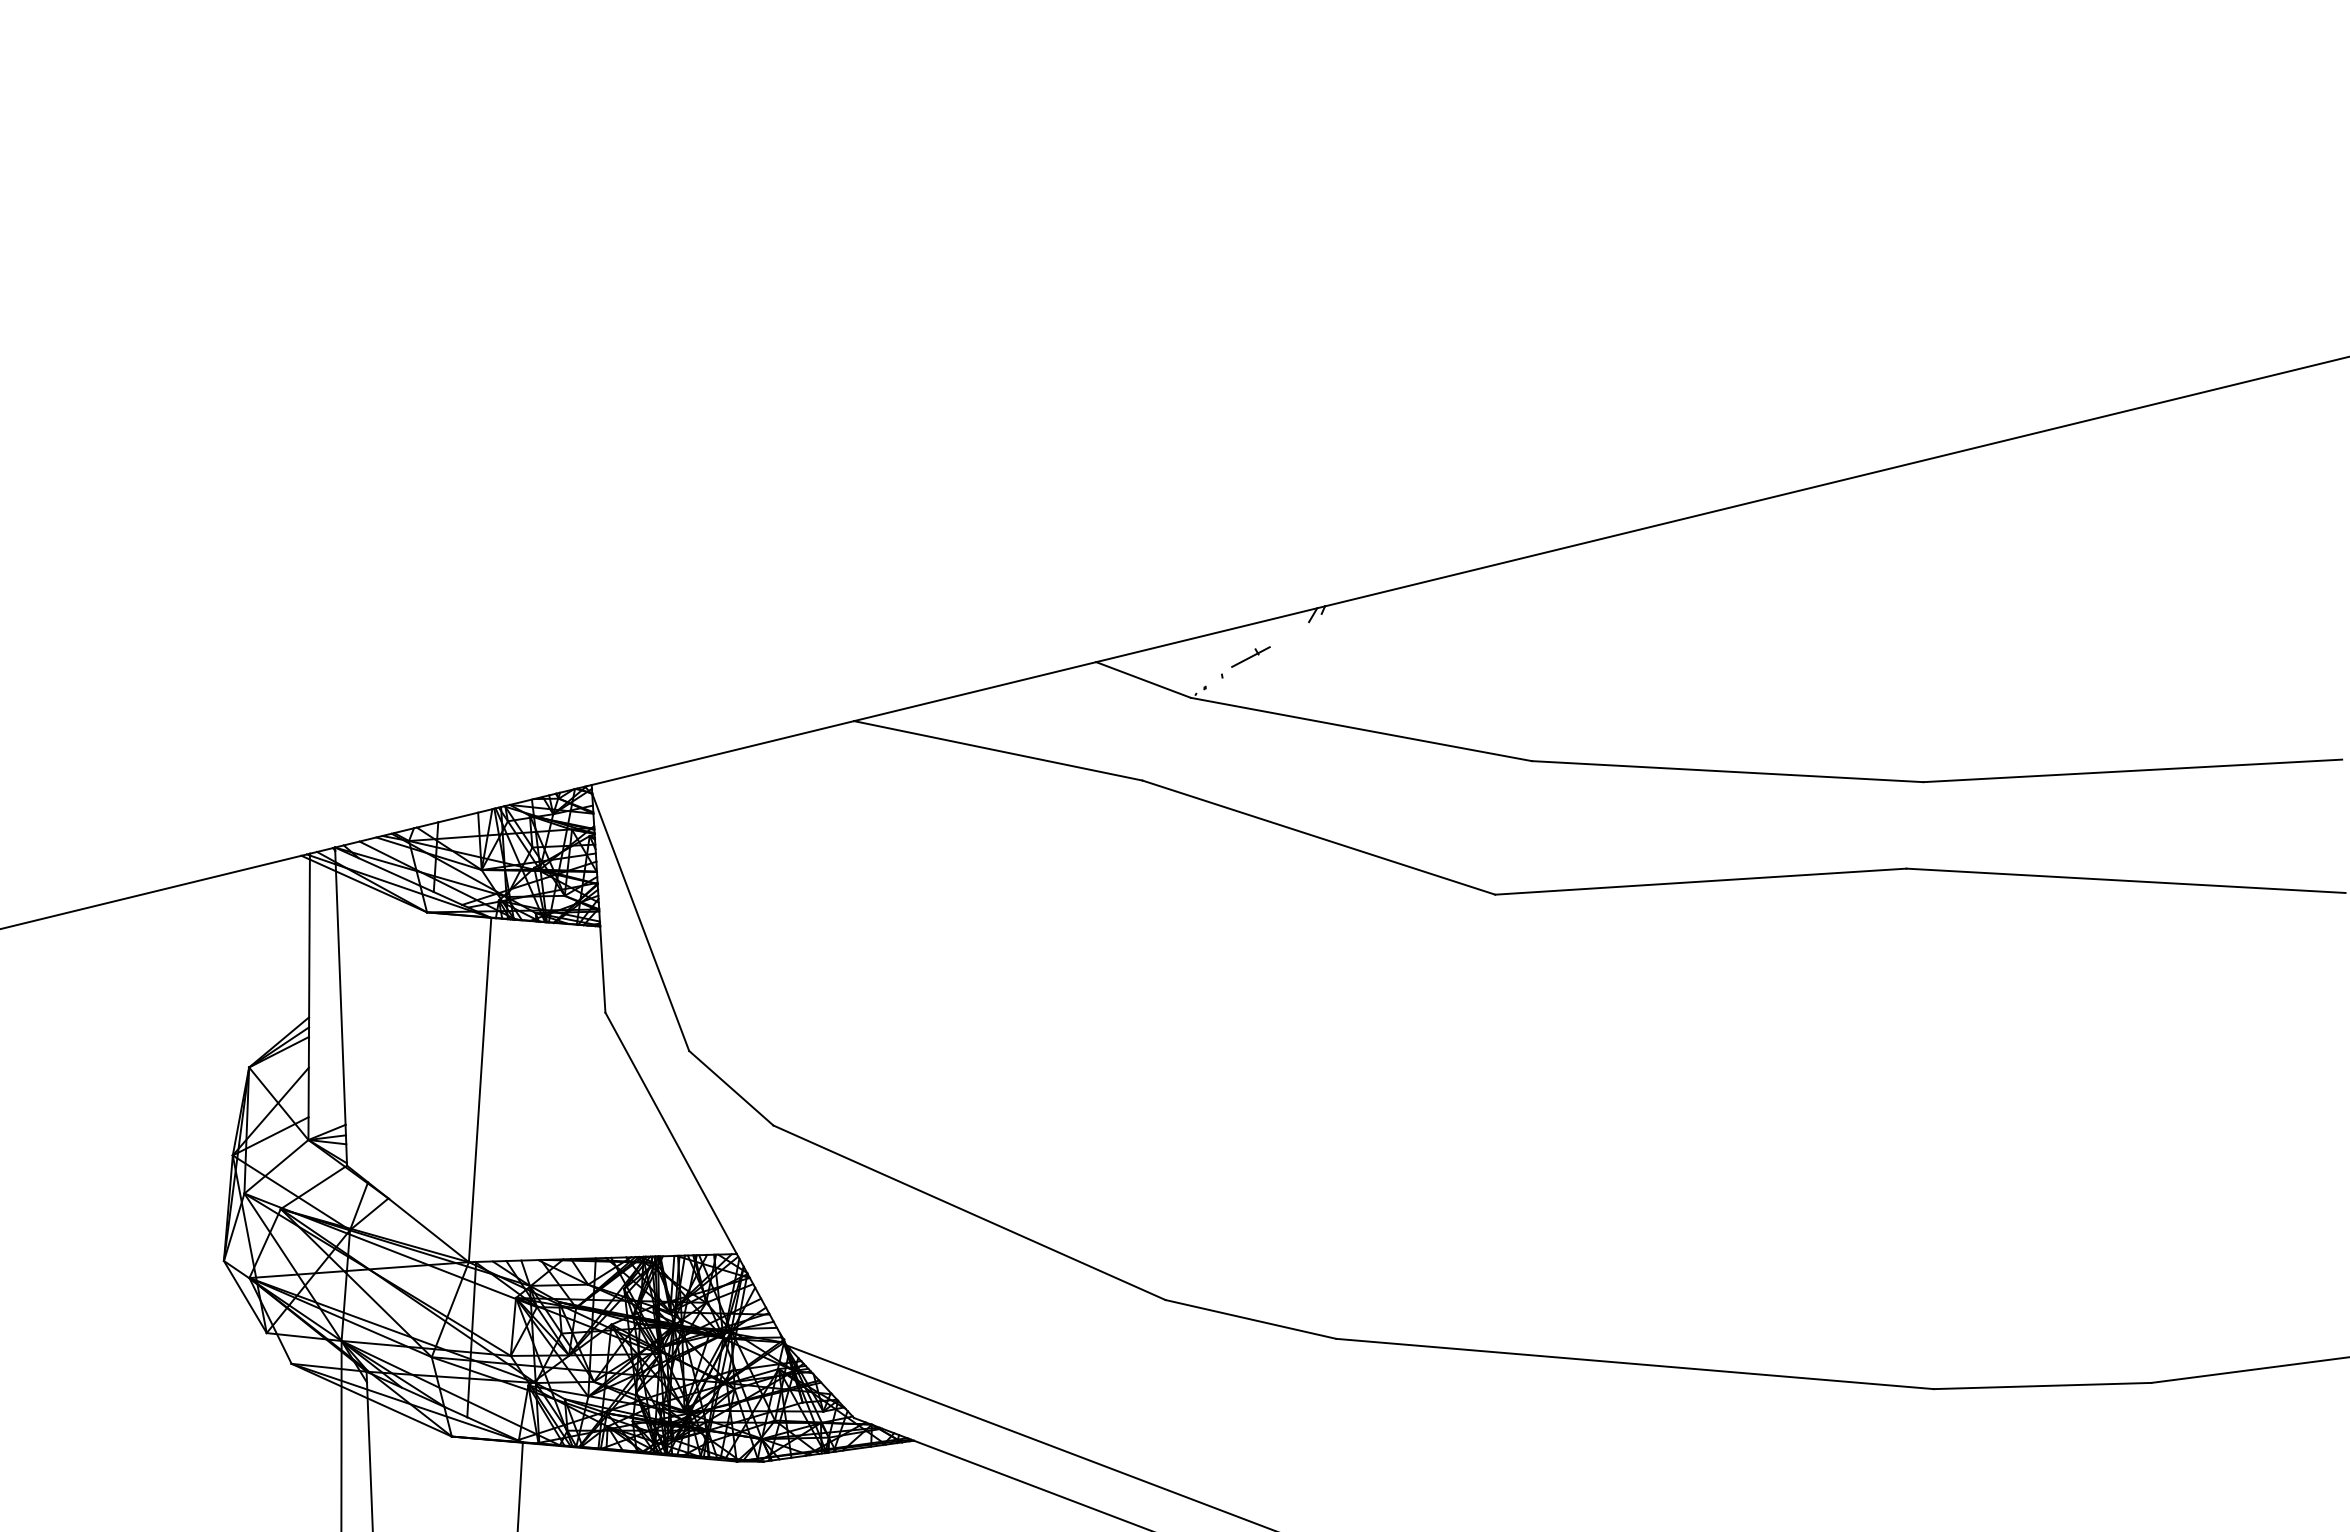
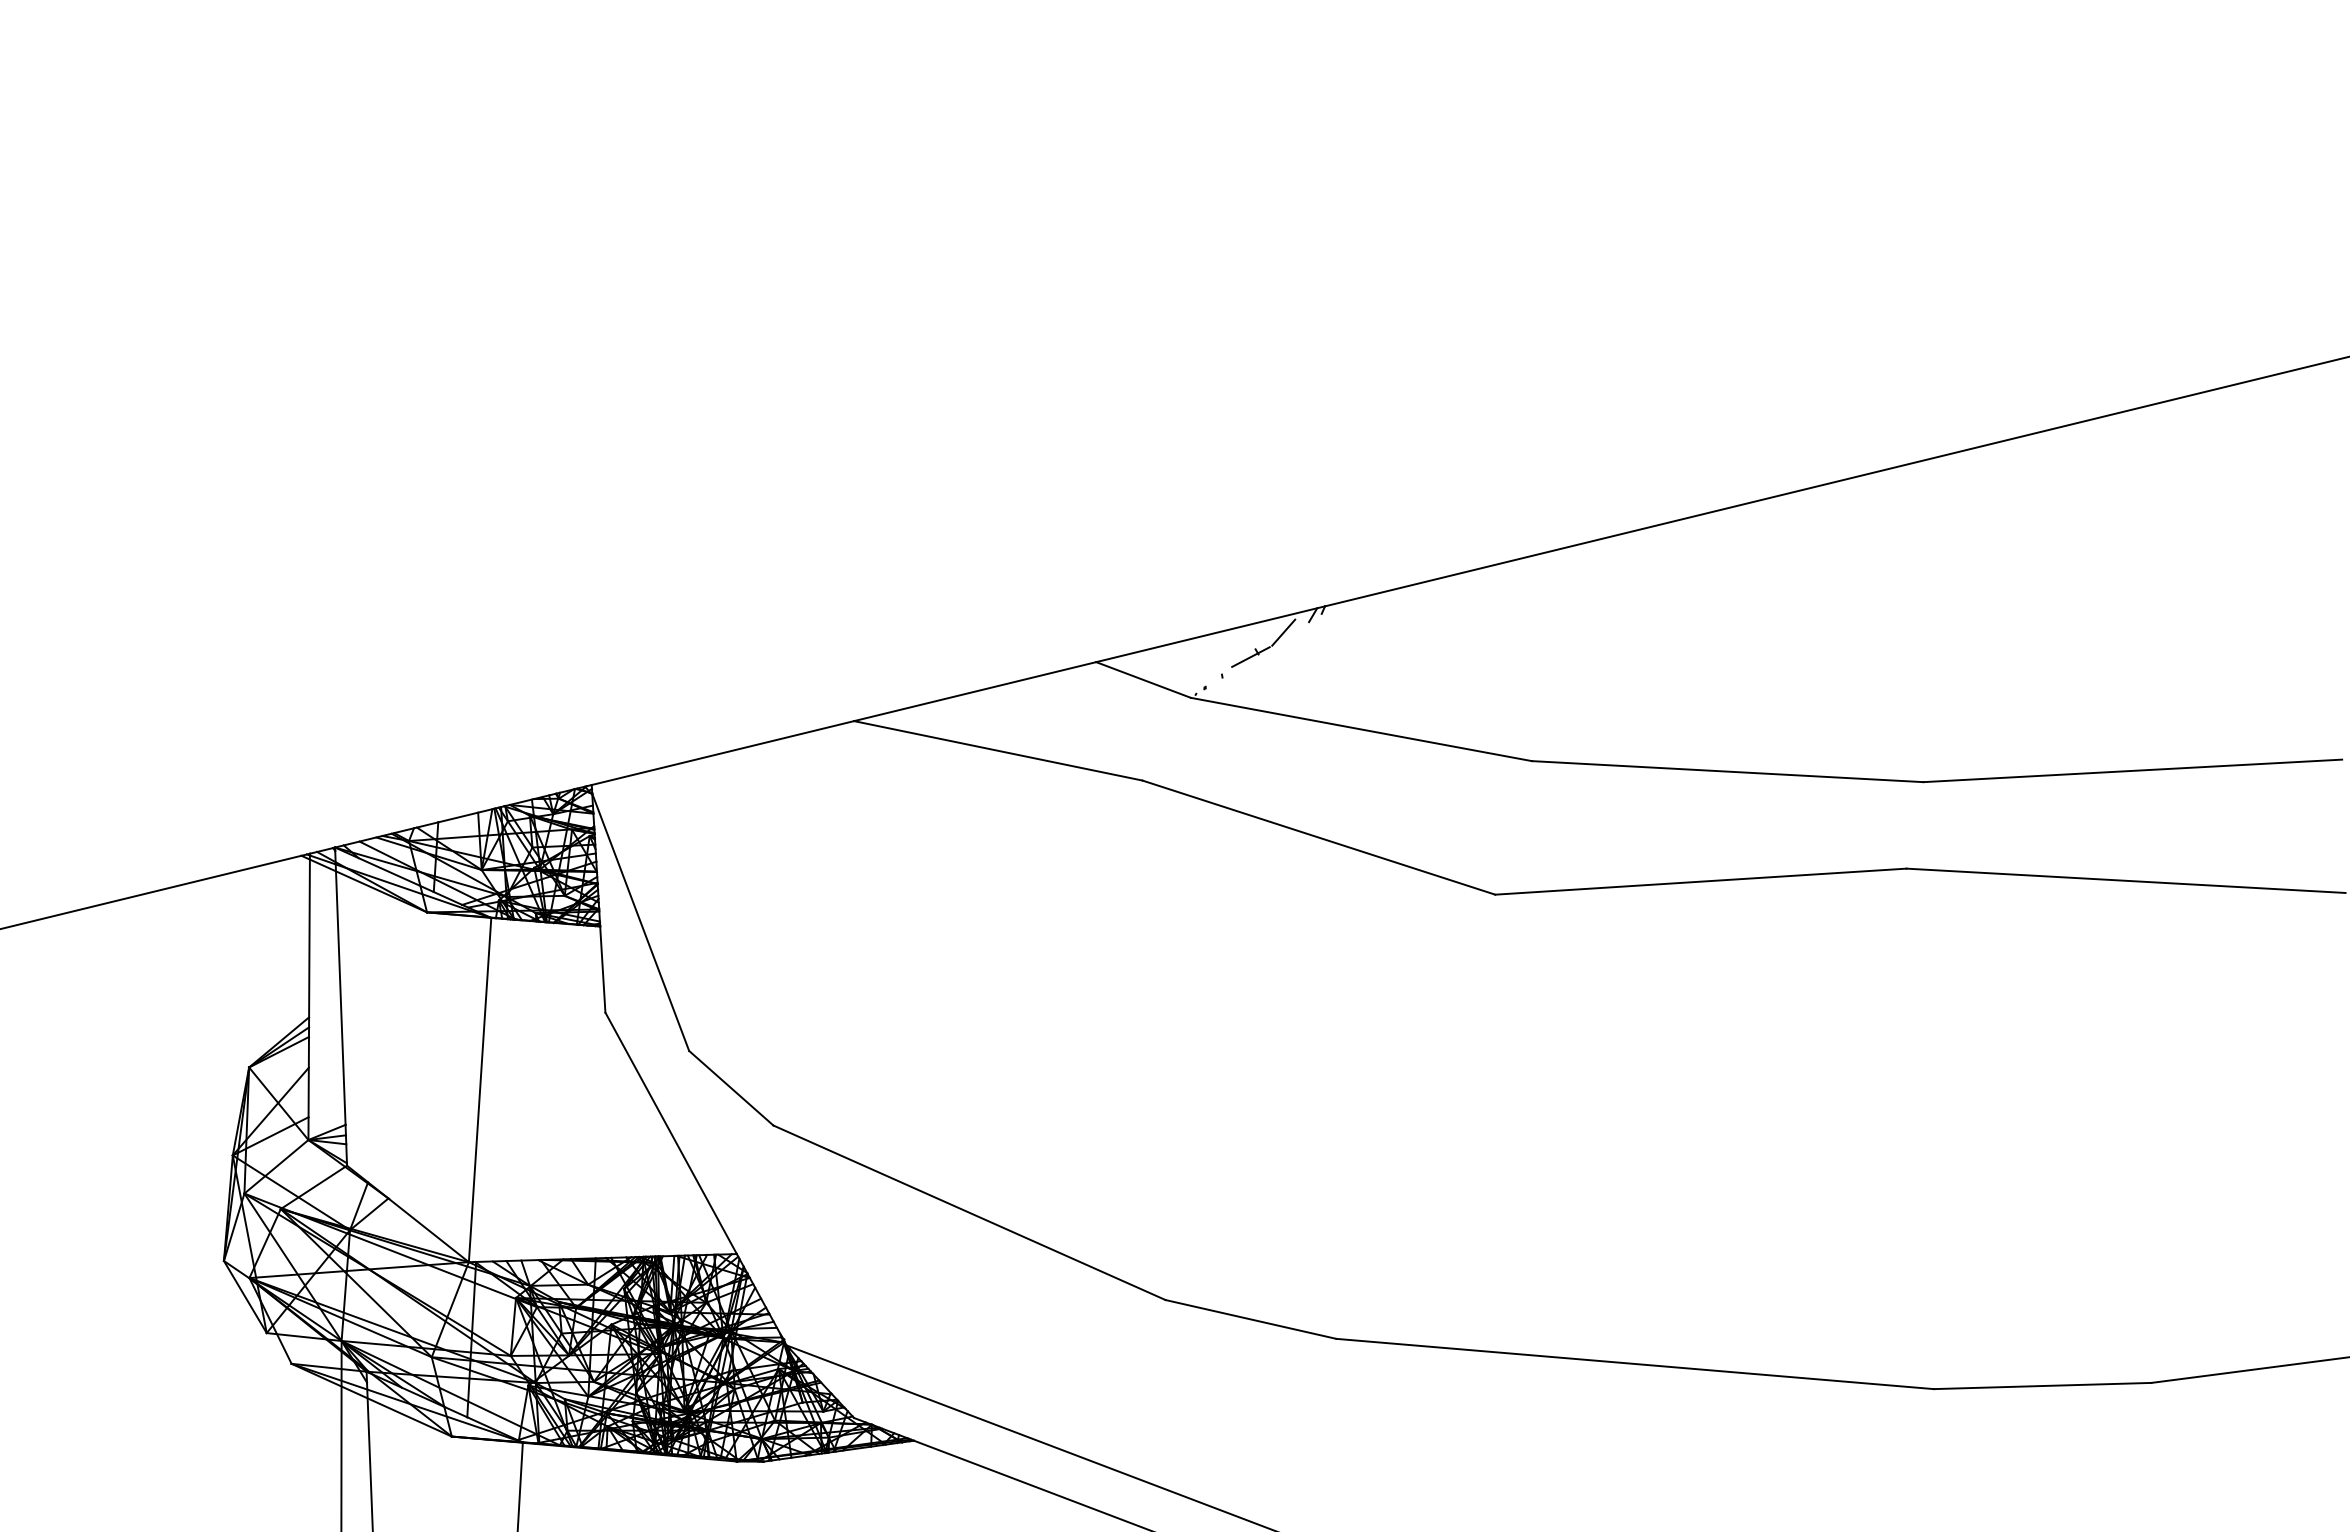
line at (1283, 632): none -> present
